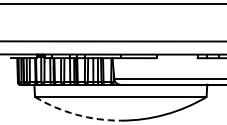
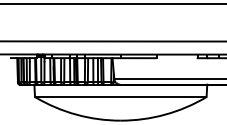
arc at (76, 114): dashed -> solid
